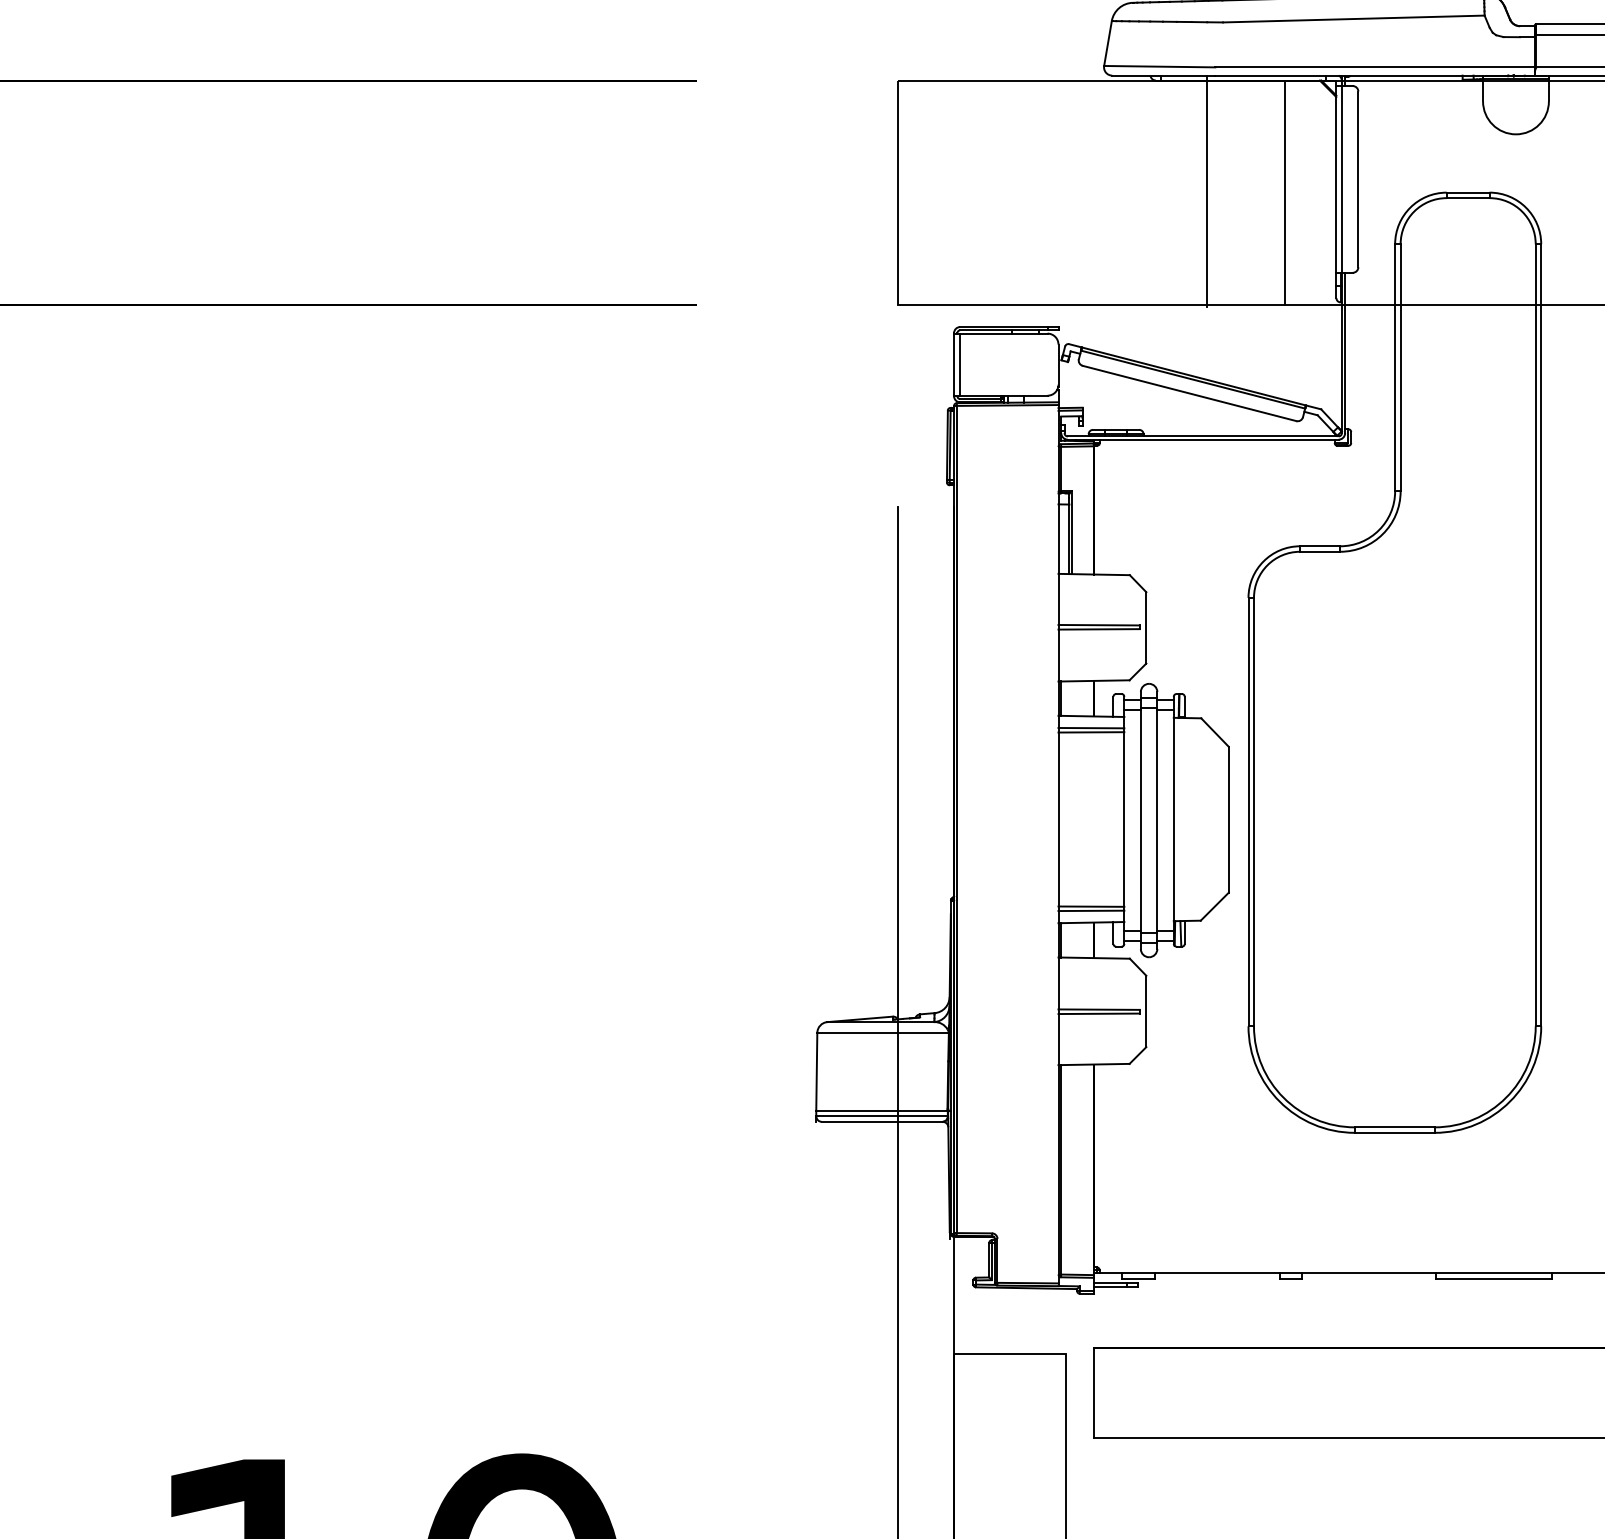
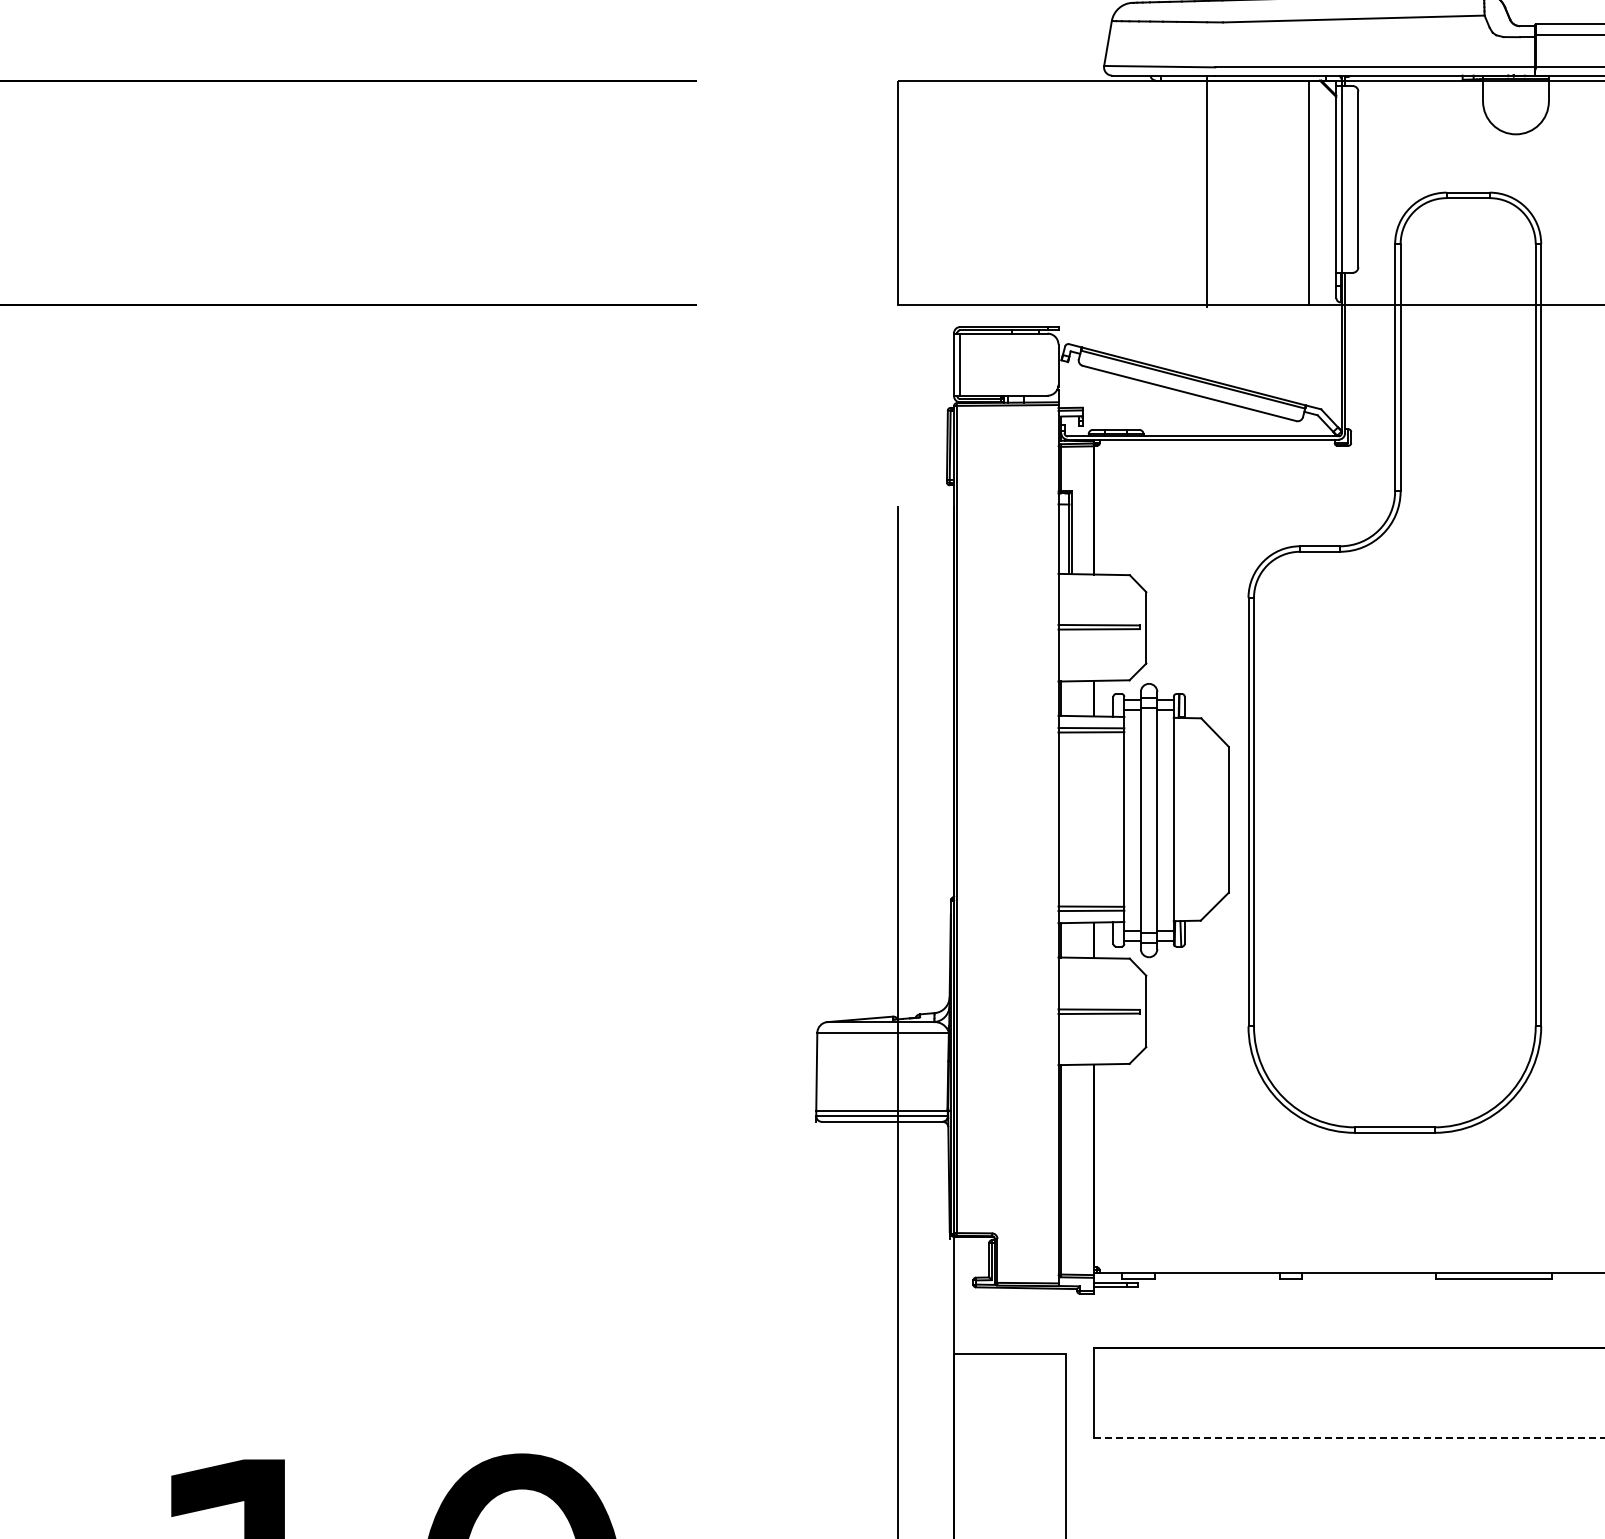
line at (1285, 192) position: (1285, 192) -> (1309, 192)
line at (1349, 1438): solid -> dashed
